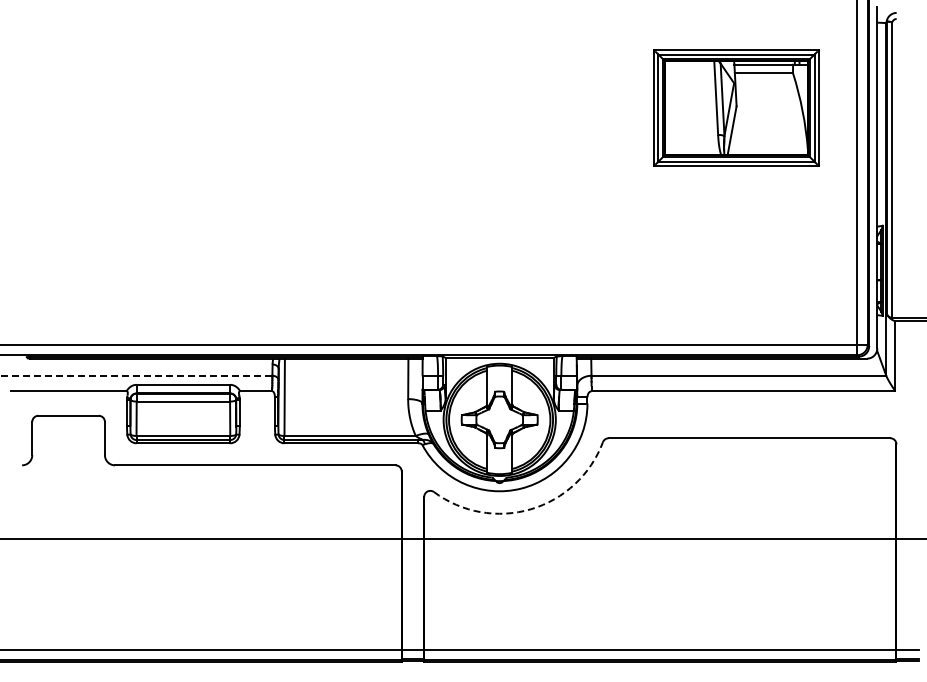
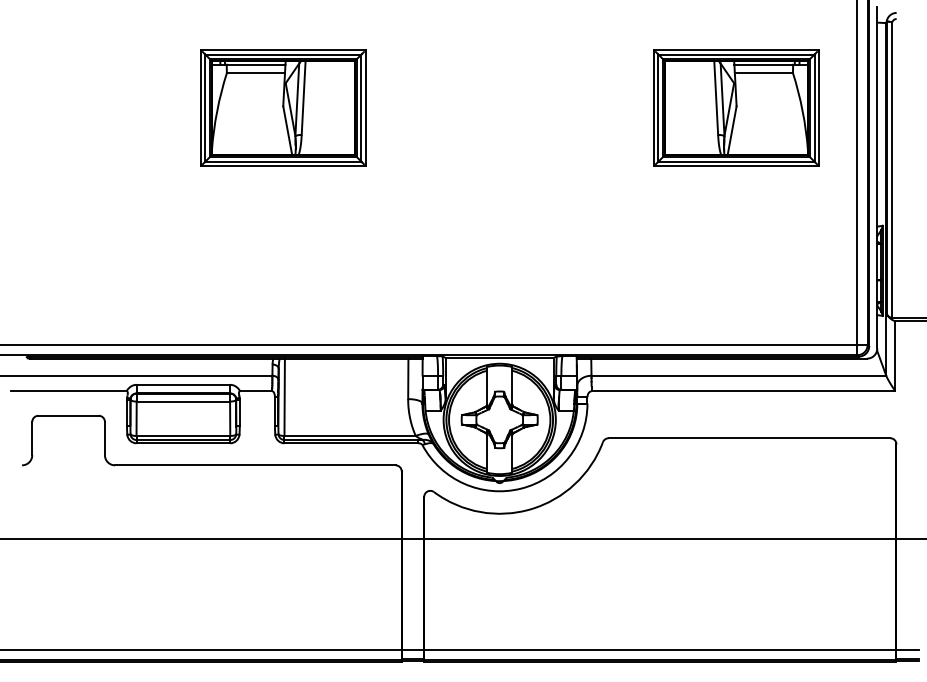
part at (283, 107): none -> present
line at (136, 375): dashed -> solid
arc at (530, 509): dashed -> solid
